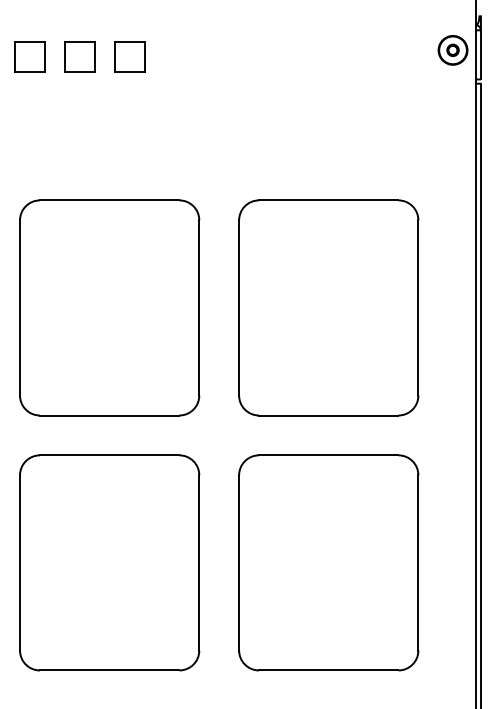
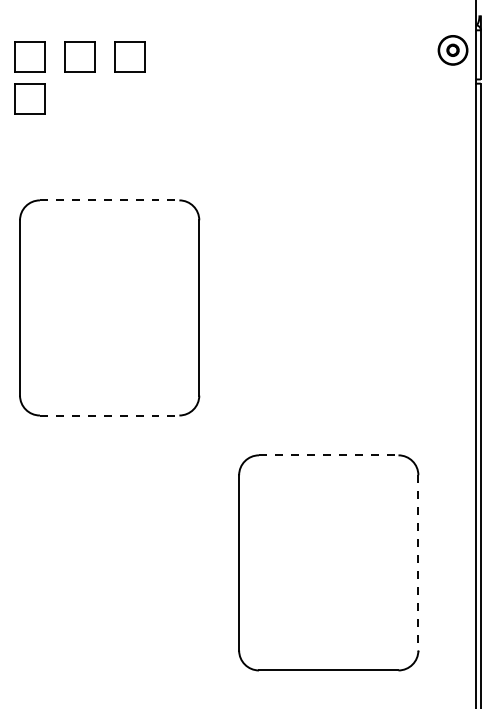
part at (29, 98): none -> present
line at (109, 200): solid -> dashed
part at (328, 307): present -> none
line at (109, 415): solid -> dashed
line at (328, 455): solid -> dashed
part at (109, 562): present -> none
line at (418, 562): solid -> dashed
